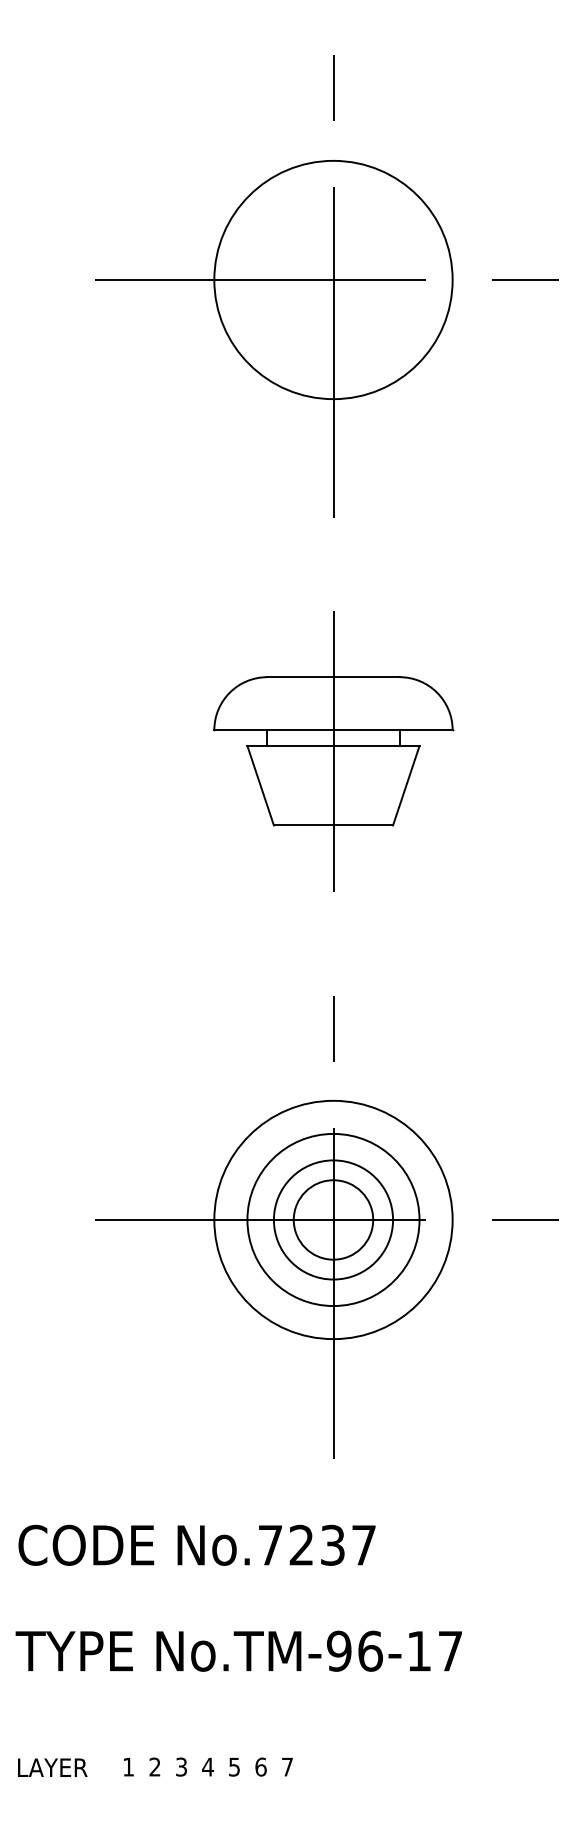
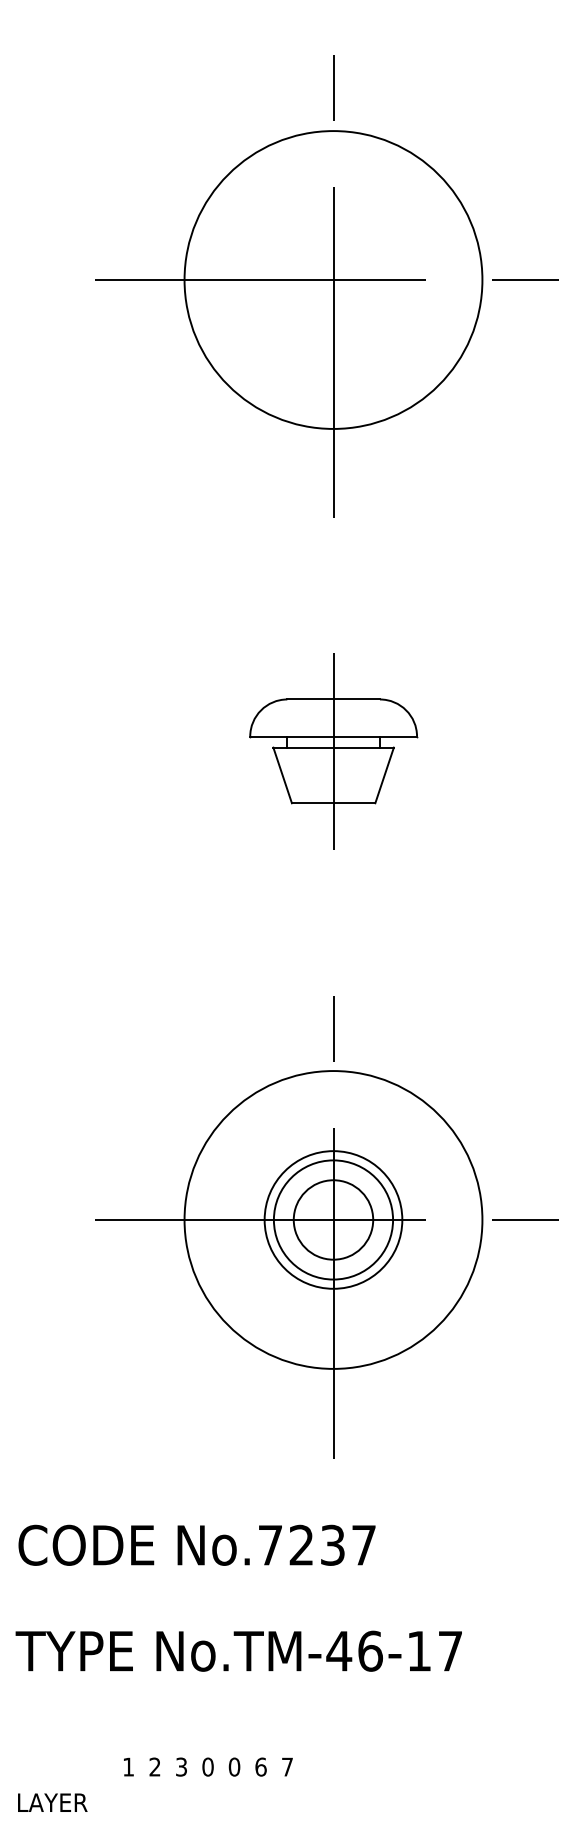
circle at (333, 279) diameter: 238 px -> 298 px
part at (333, 751) size: 242x281 px -> 170x197 px
circle at (333, 1219) diameter: 172 px -> 138 px
circle at (333, 1219) diameter: 238 px -> 298 px
text at (339, 1650): No.TM-96-17 -> No.TM-46-17
text at (208, 1766): 4 -> 0
text at (234, 1766): 5 -> 0
text at (52, 1767) position: (52, 1767) -> (52, 1802)
